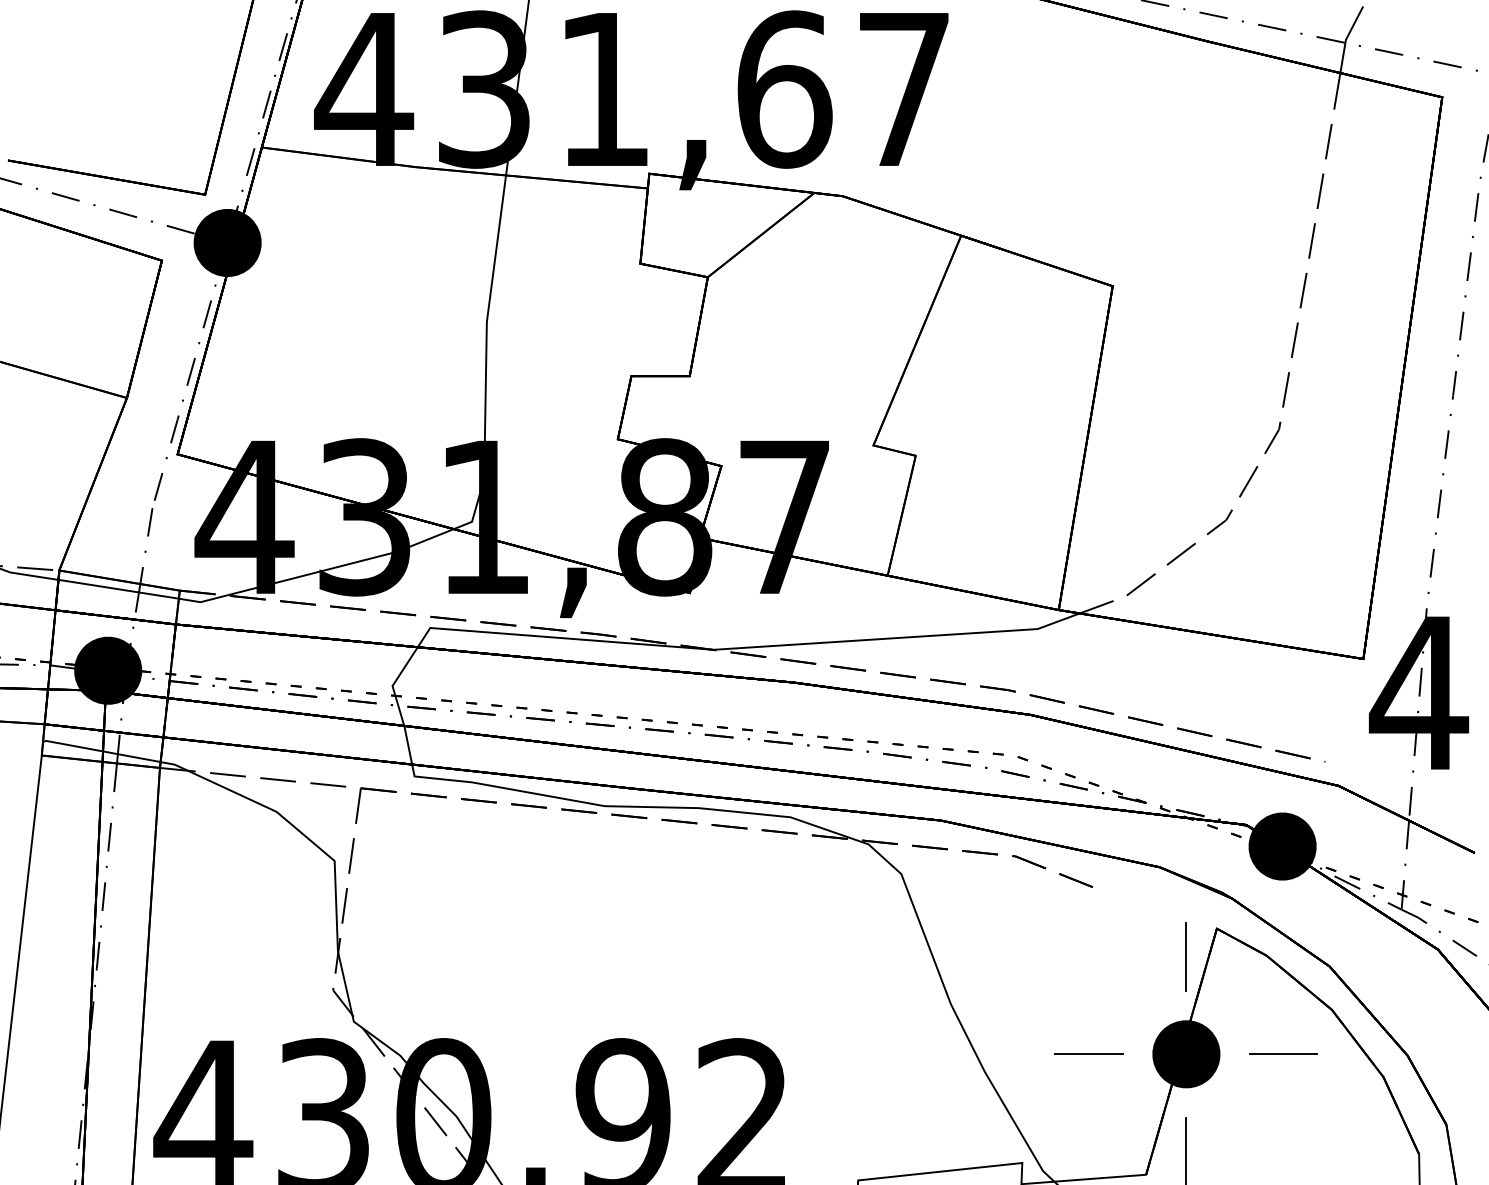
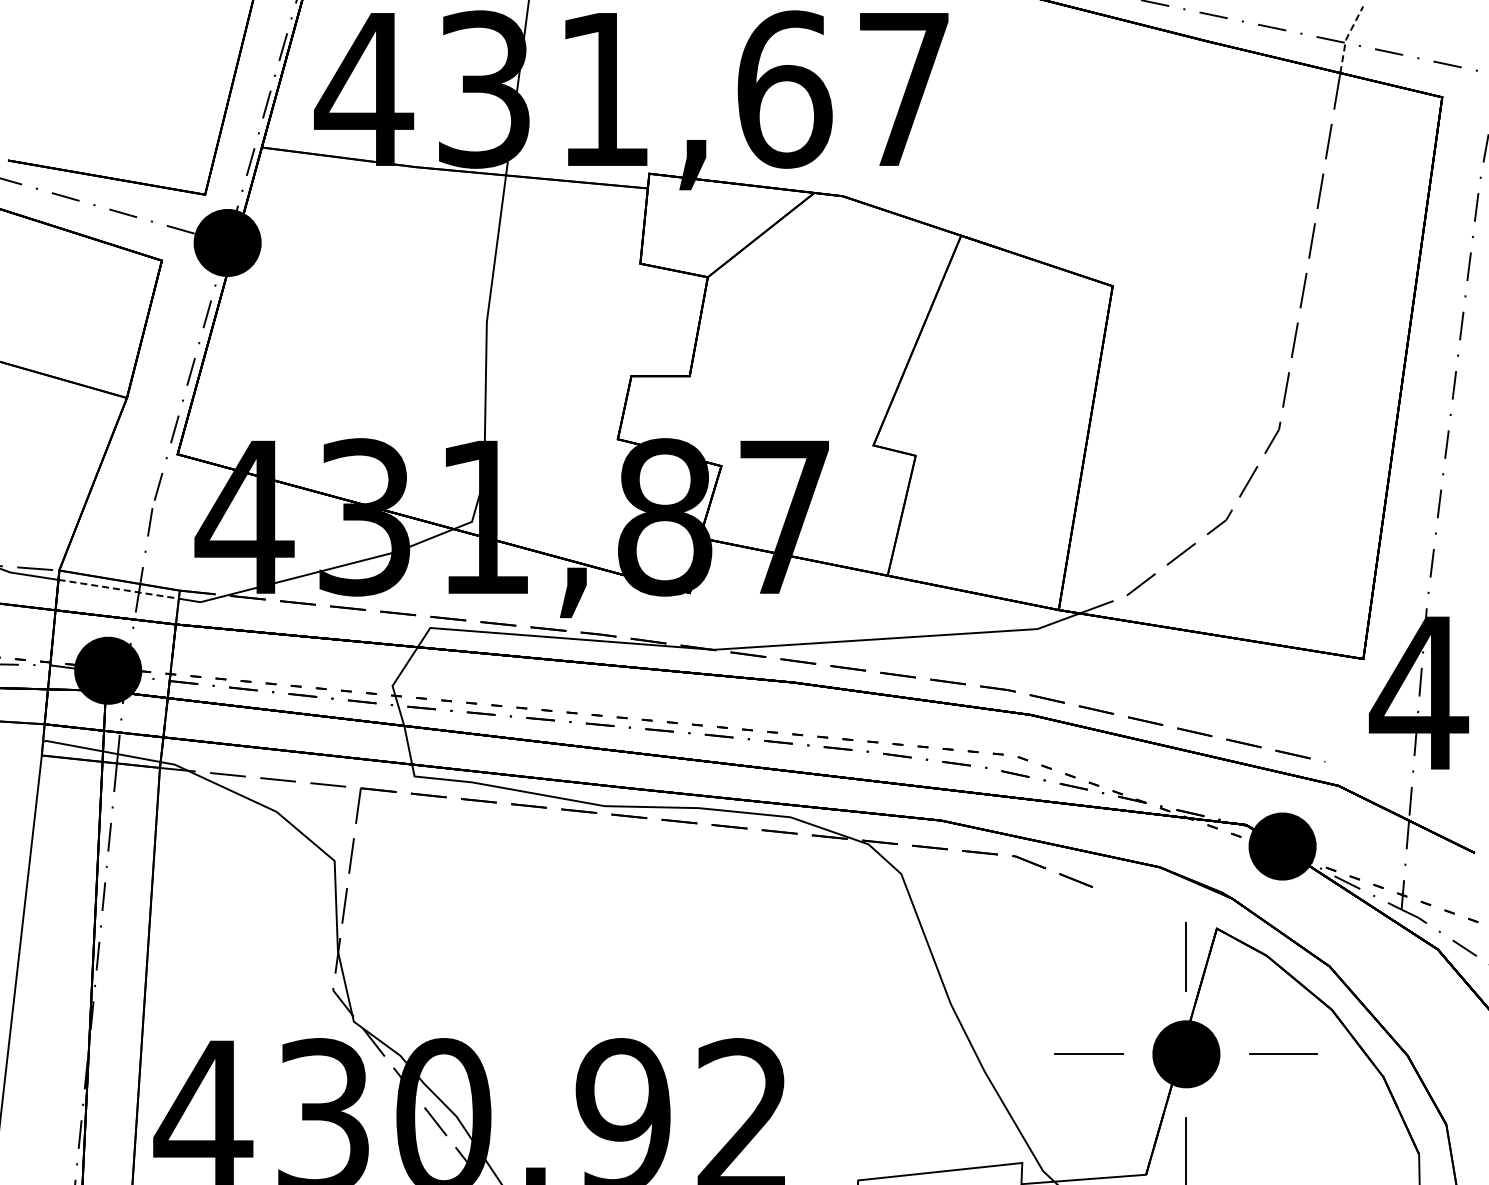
line at (1346, 38): solid -> dashed
line at (117, 589): solid -> dashed
